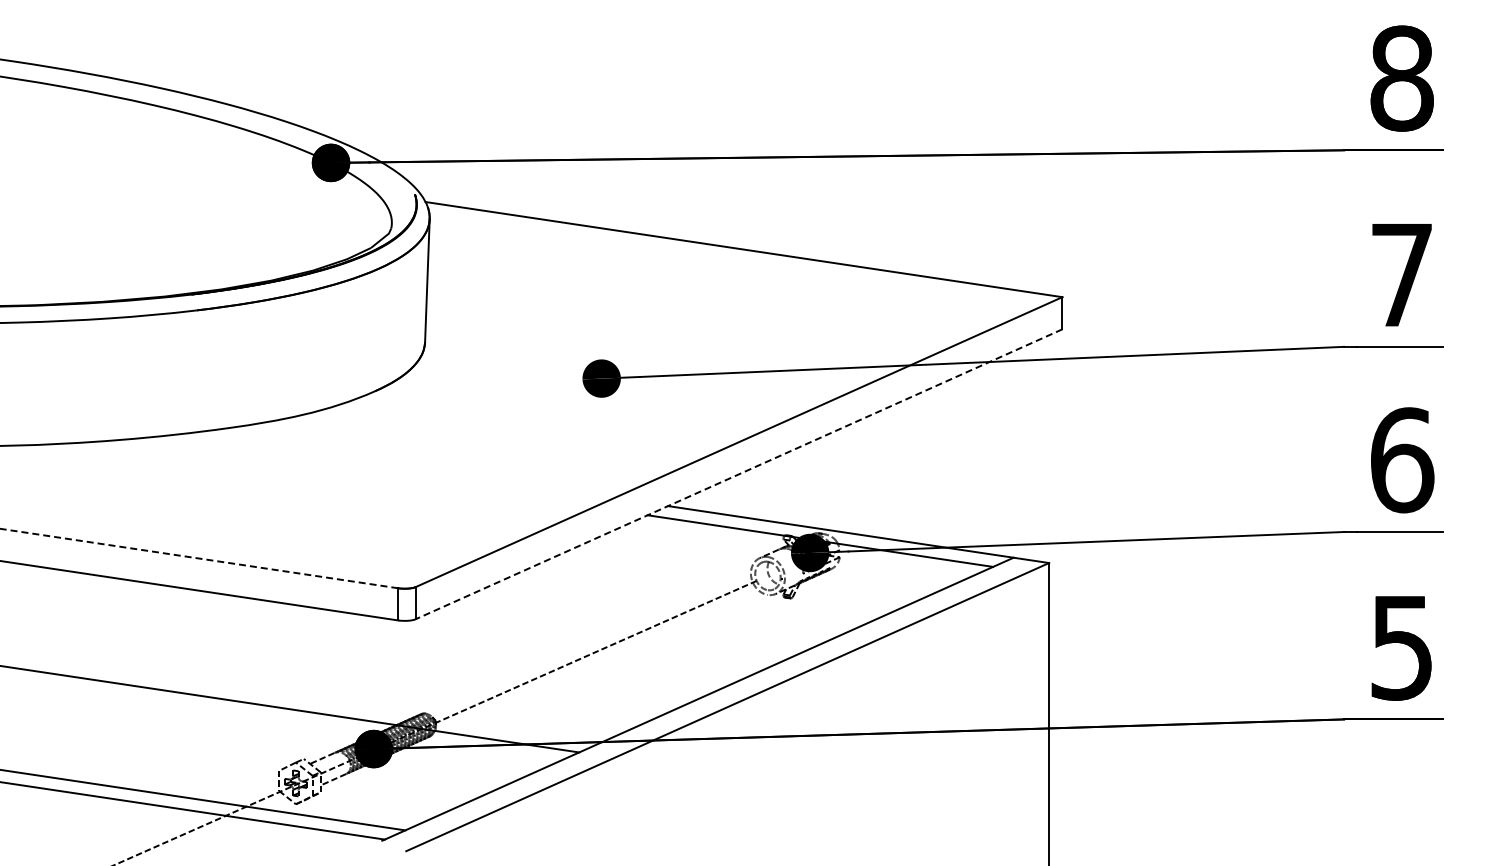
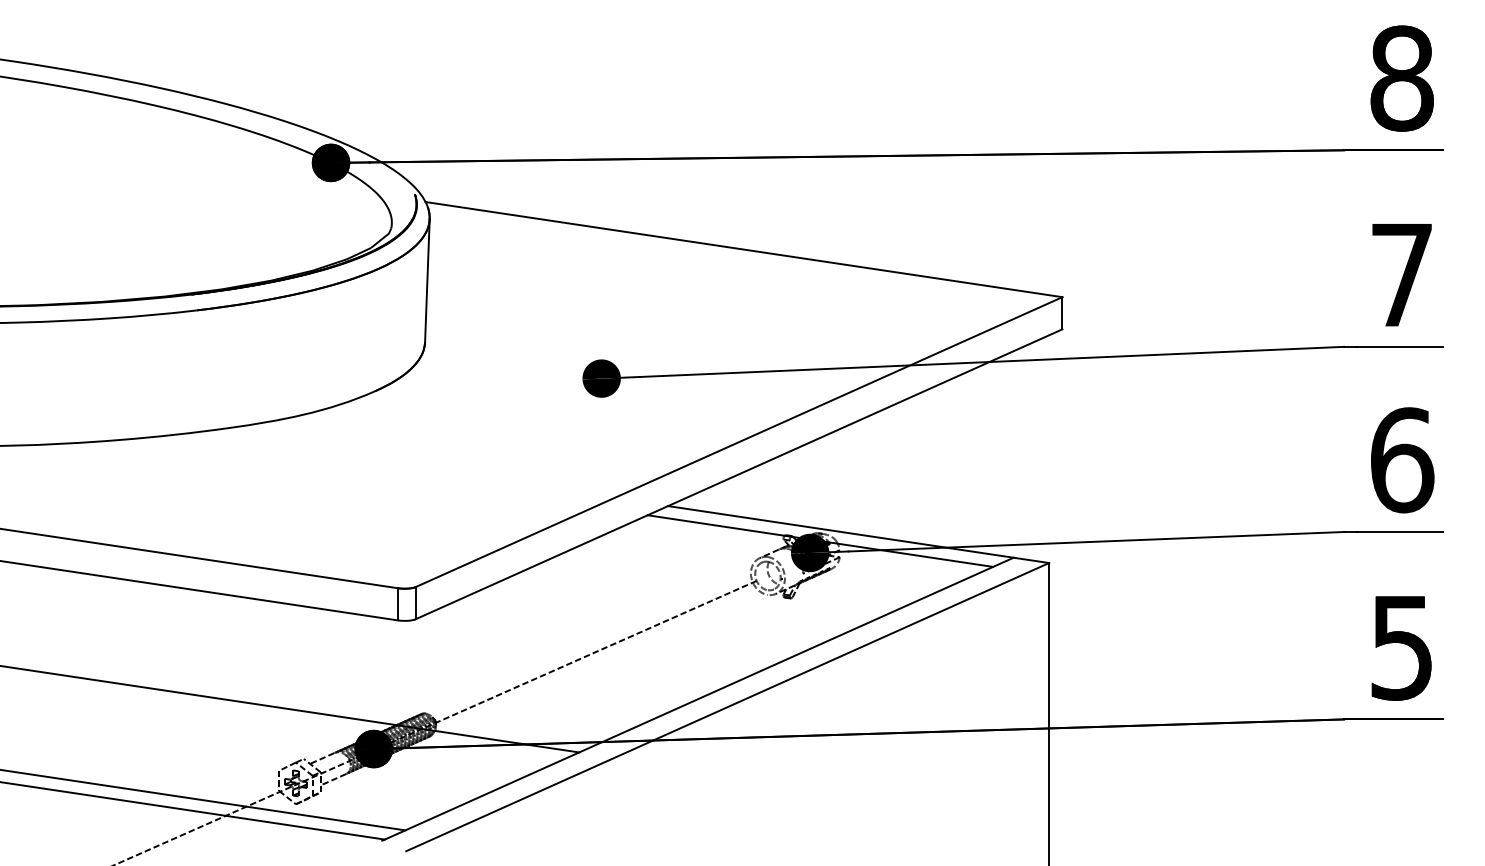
line at (738, 474): dashed -> solid
line at (199, 558): dashed -> solid
